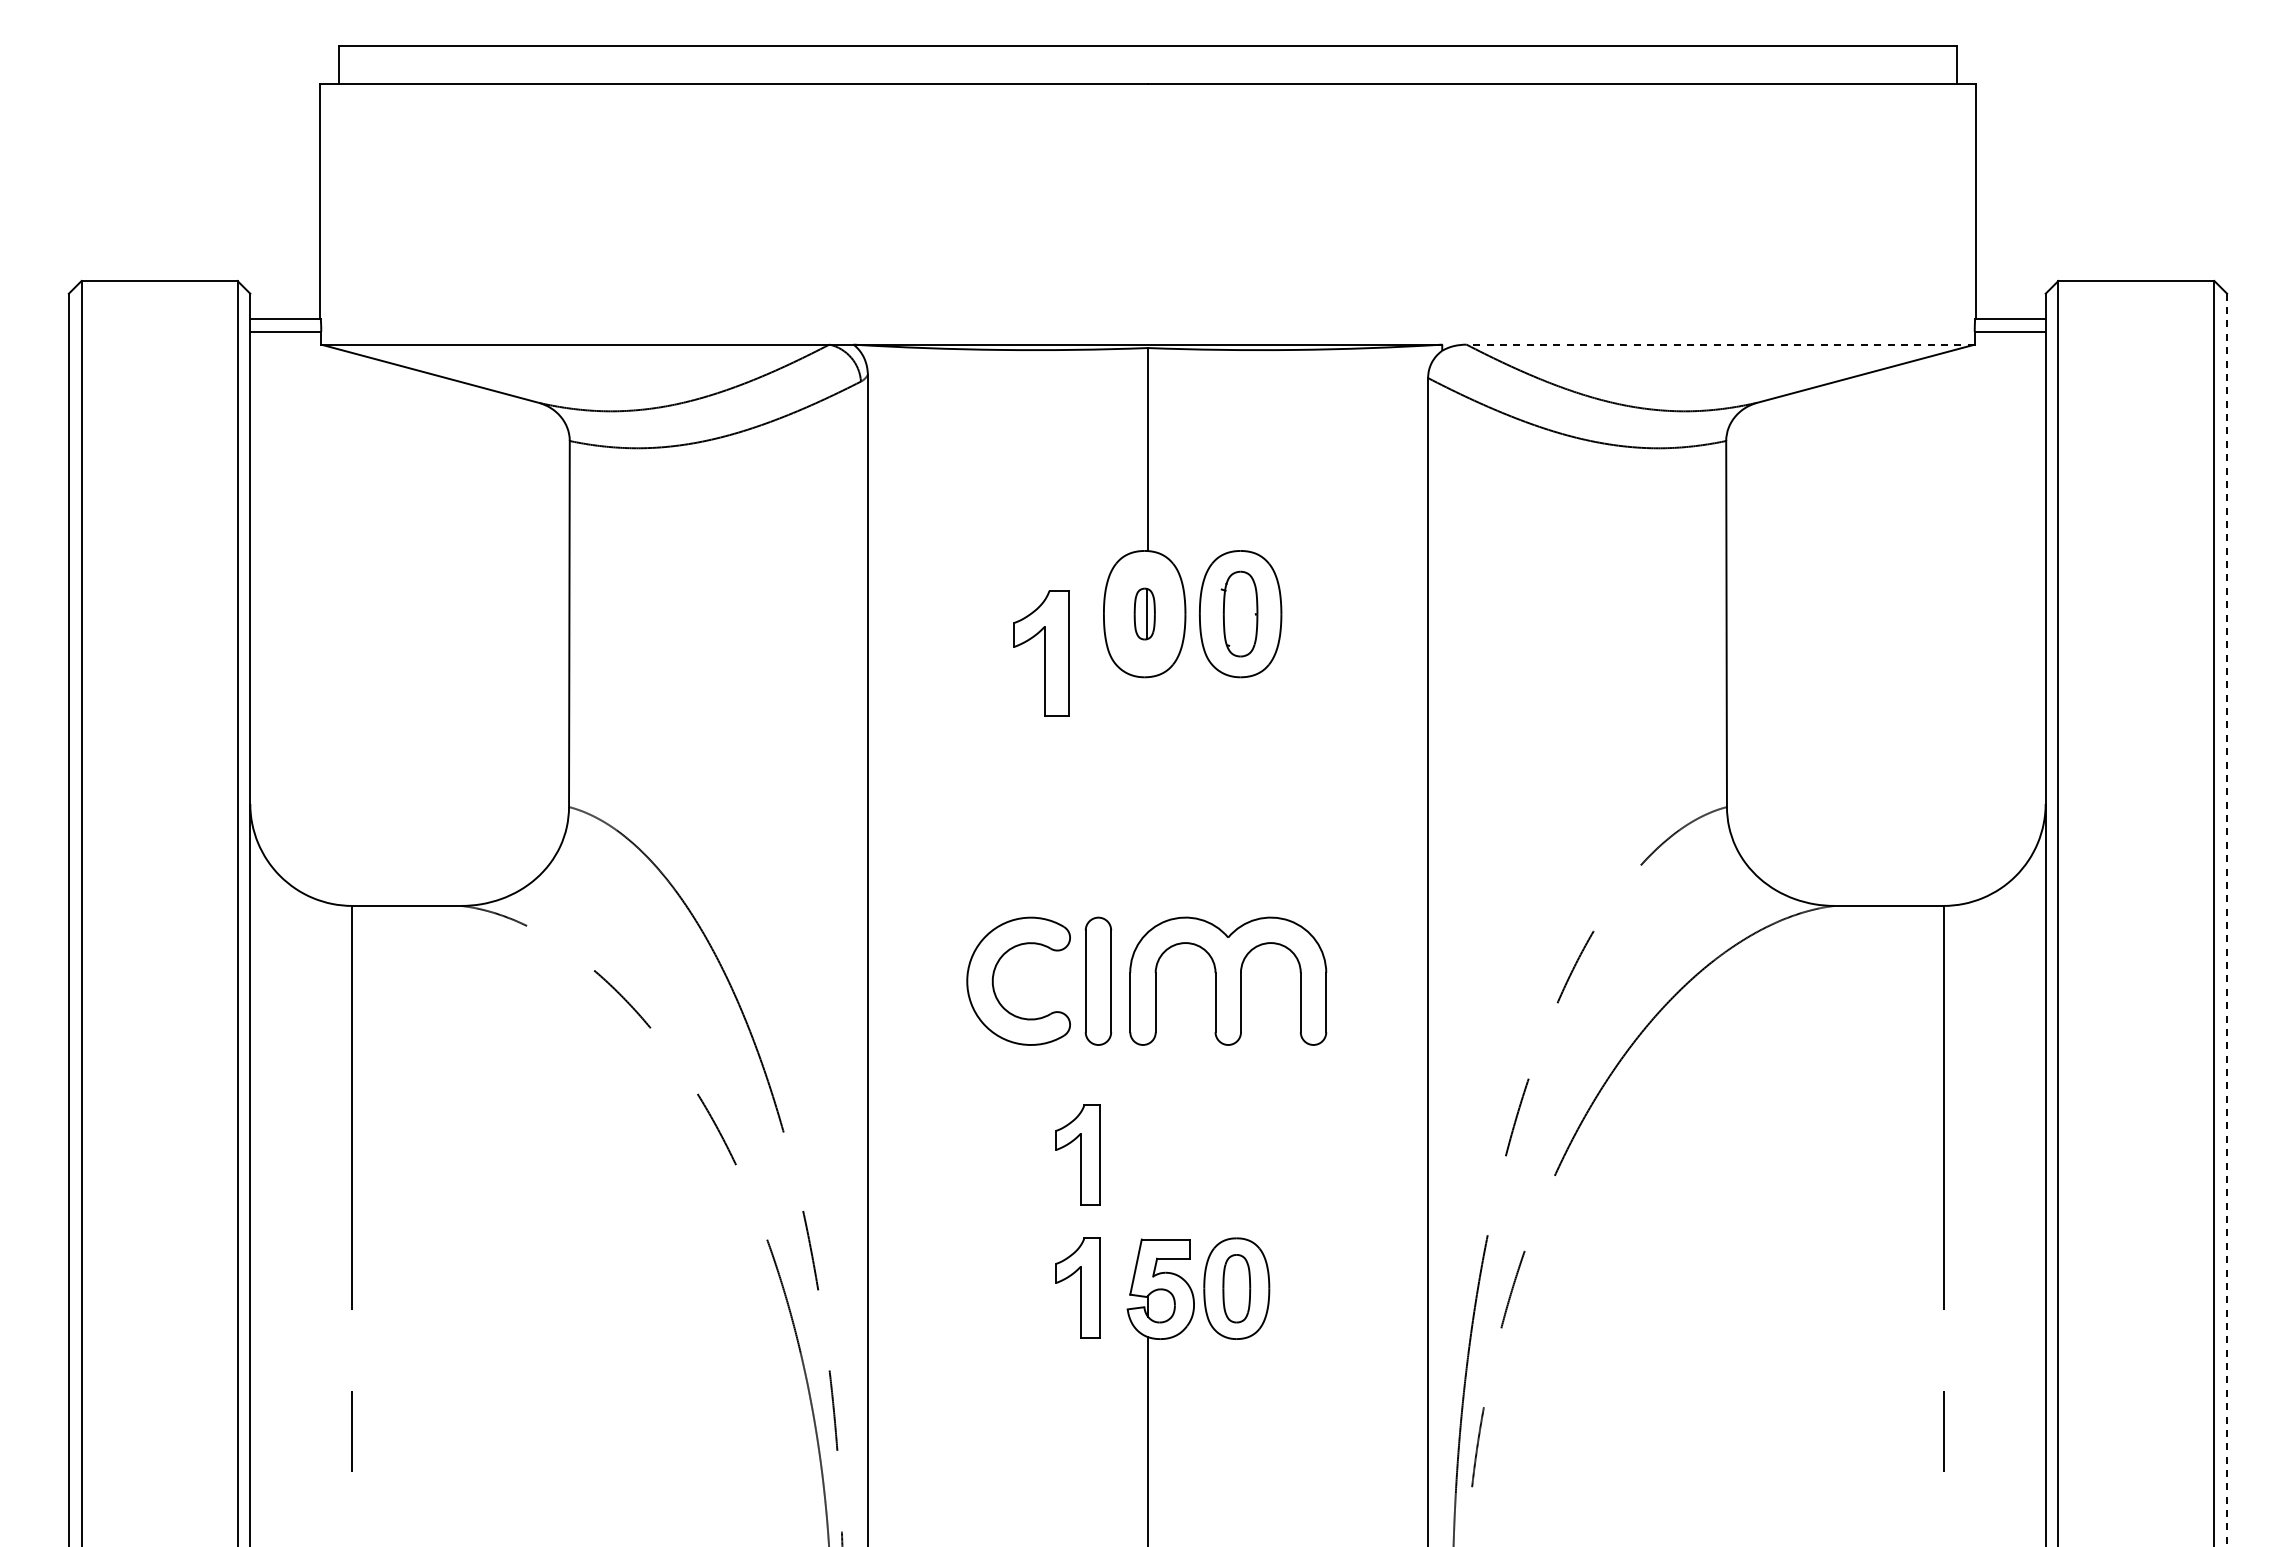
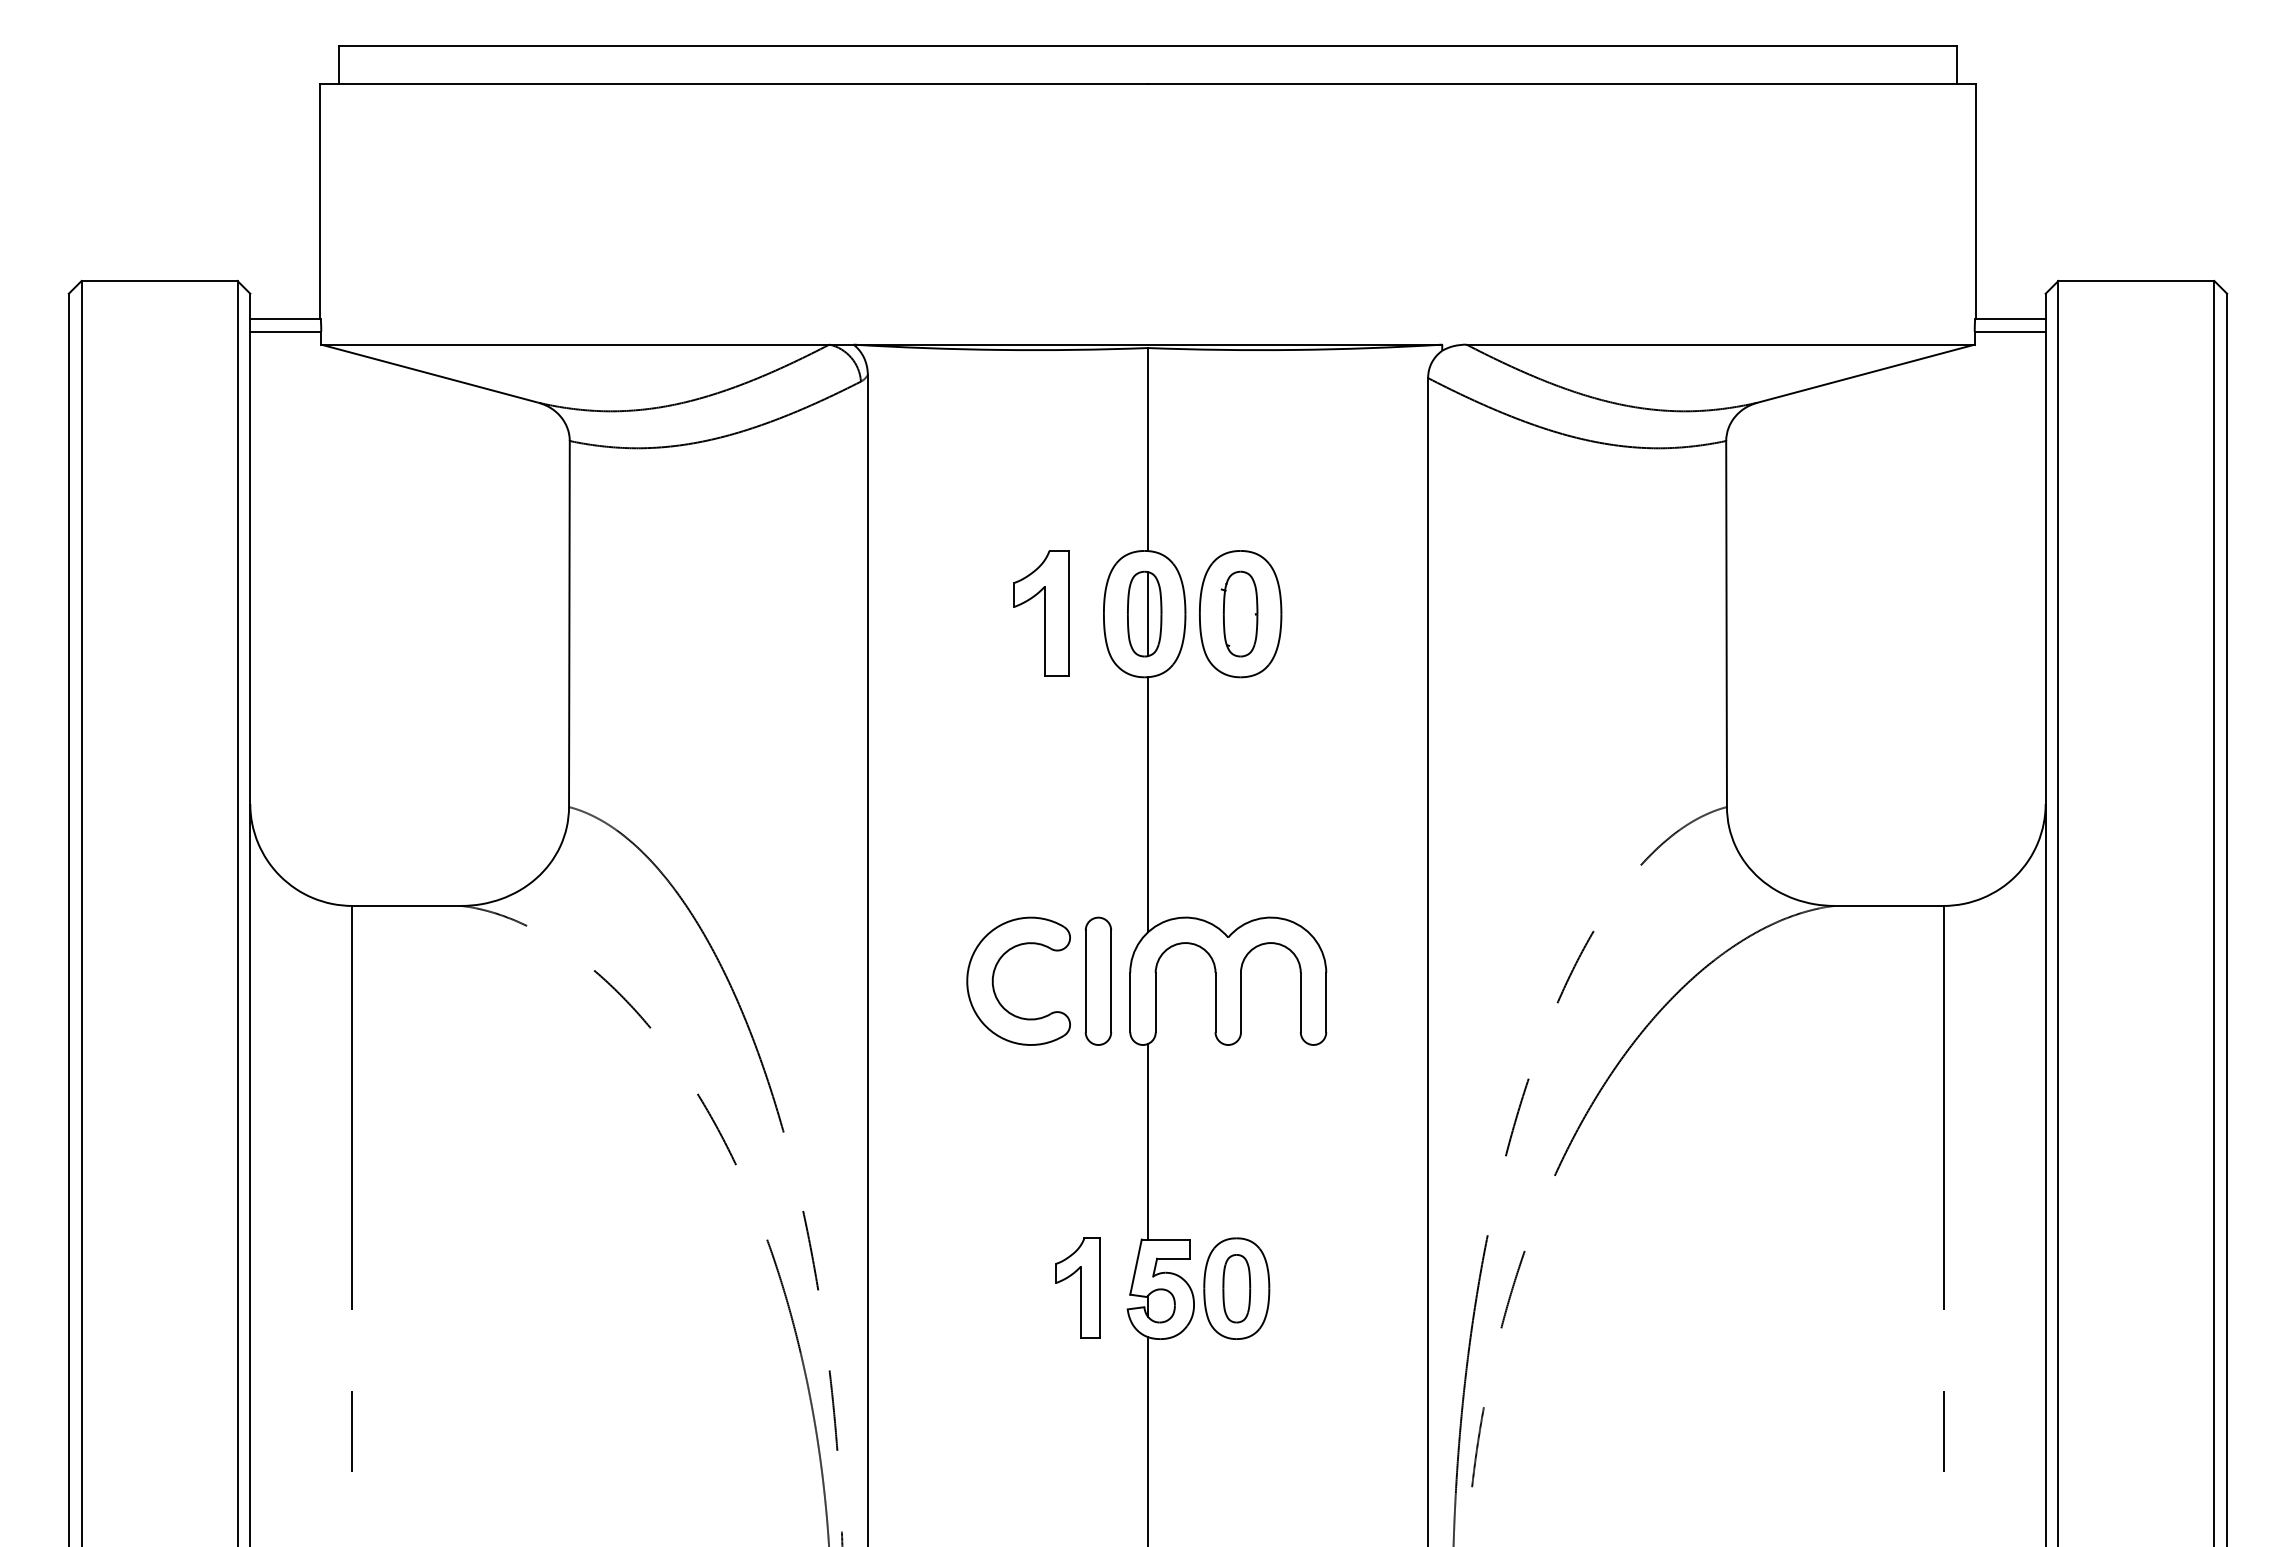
line at (1720, 344): dashed -> solid
part at (1144, 613) size: 23x54 px -> 36x88 px
part at (1041, 653) position: (1041, 653) -> (1041, 613)
line at (1148, 804): none -> present
line at (2227, 920): dashed -> solid
line at (1148, 1141): none -> present
part at (1077, 1154): present -> none
